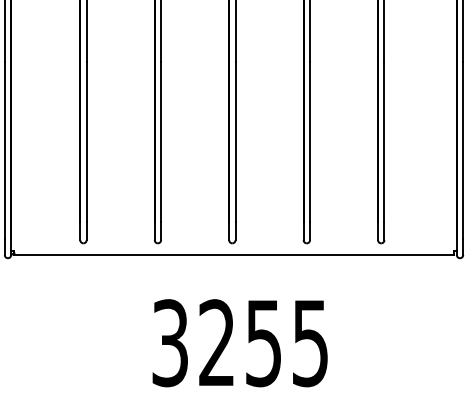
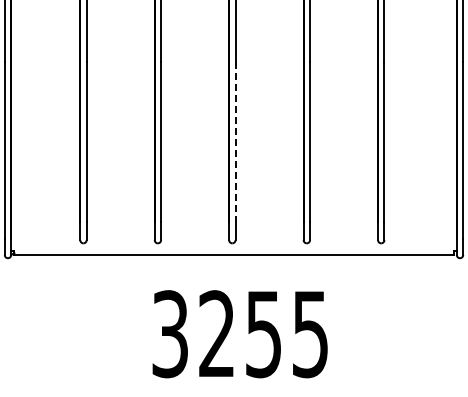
line at (235, 142): solid -> dashed
text at (239, 343) position: (239, 343) -> (239, 334)
